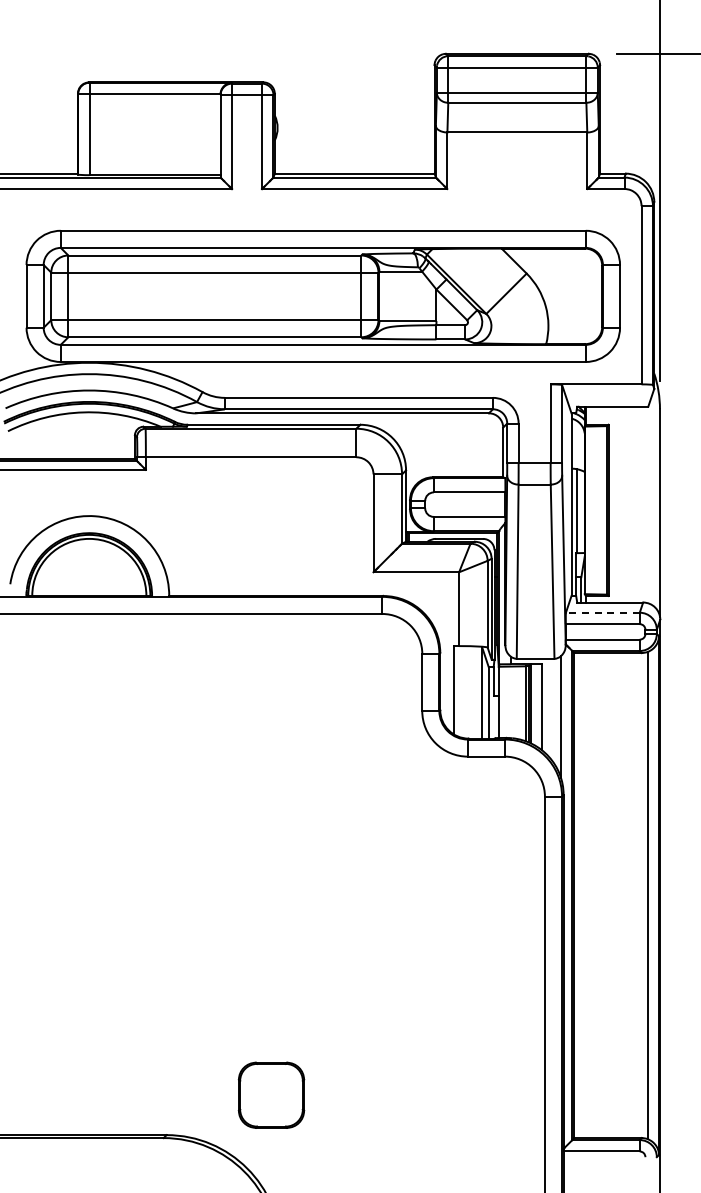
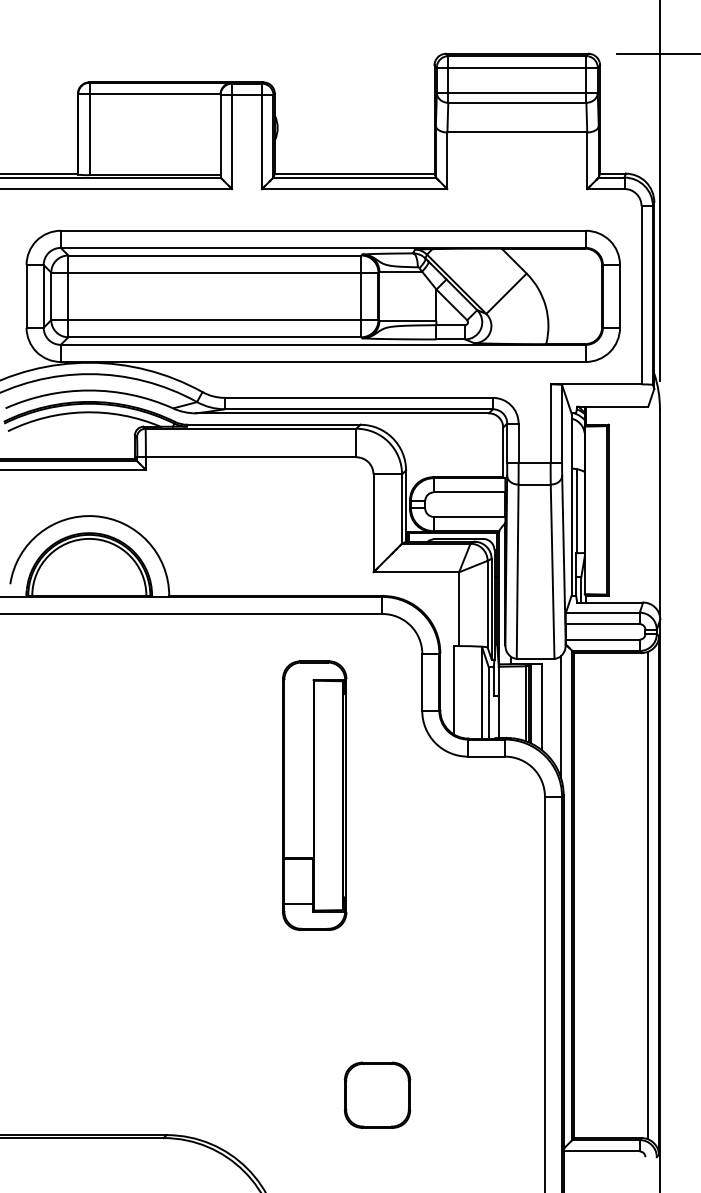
line at (602, 612): dashed -> solid
part at (314, 795): none -> present
part at (271, 1094) position: (271, 1094) -> (377, 1094)
